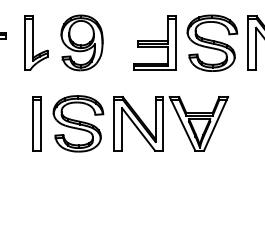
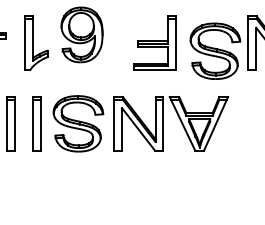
part at (81, 42) position: (81, 42) -> (81, 34)
part at (212, 42) position: (212, 42) -> (215, 50)
part at (10, 123): none -> present
